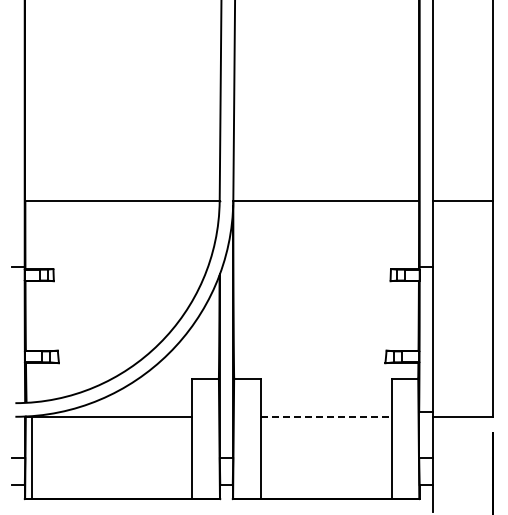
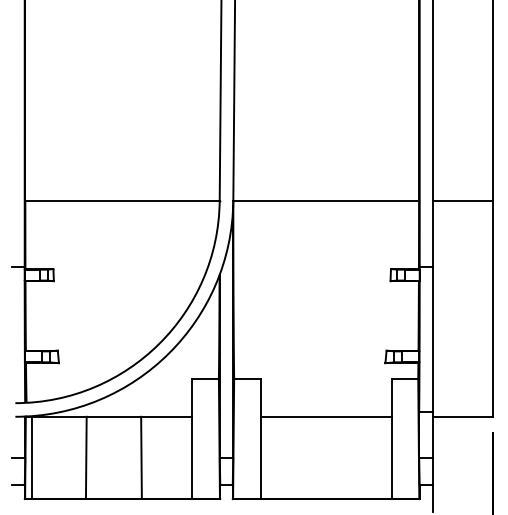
line at (326, 416): dashed -> solid
line at (85, 457): none -> present
line at (141, 457): none -> present
